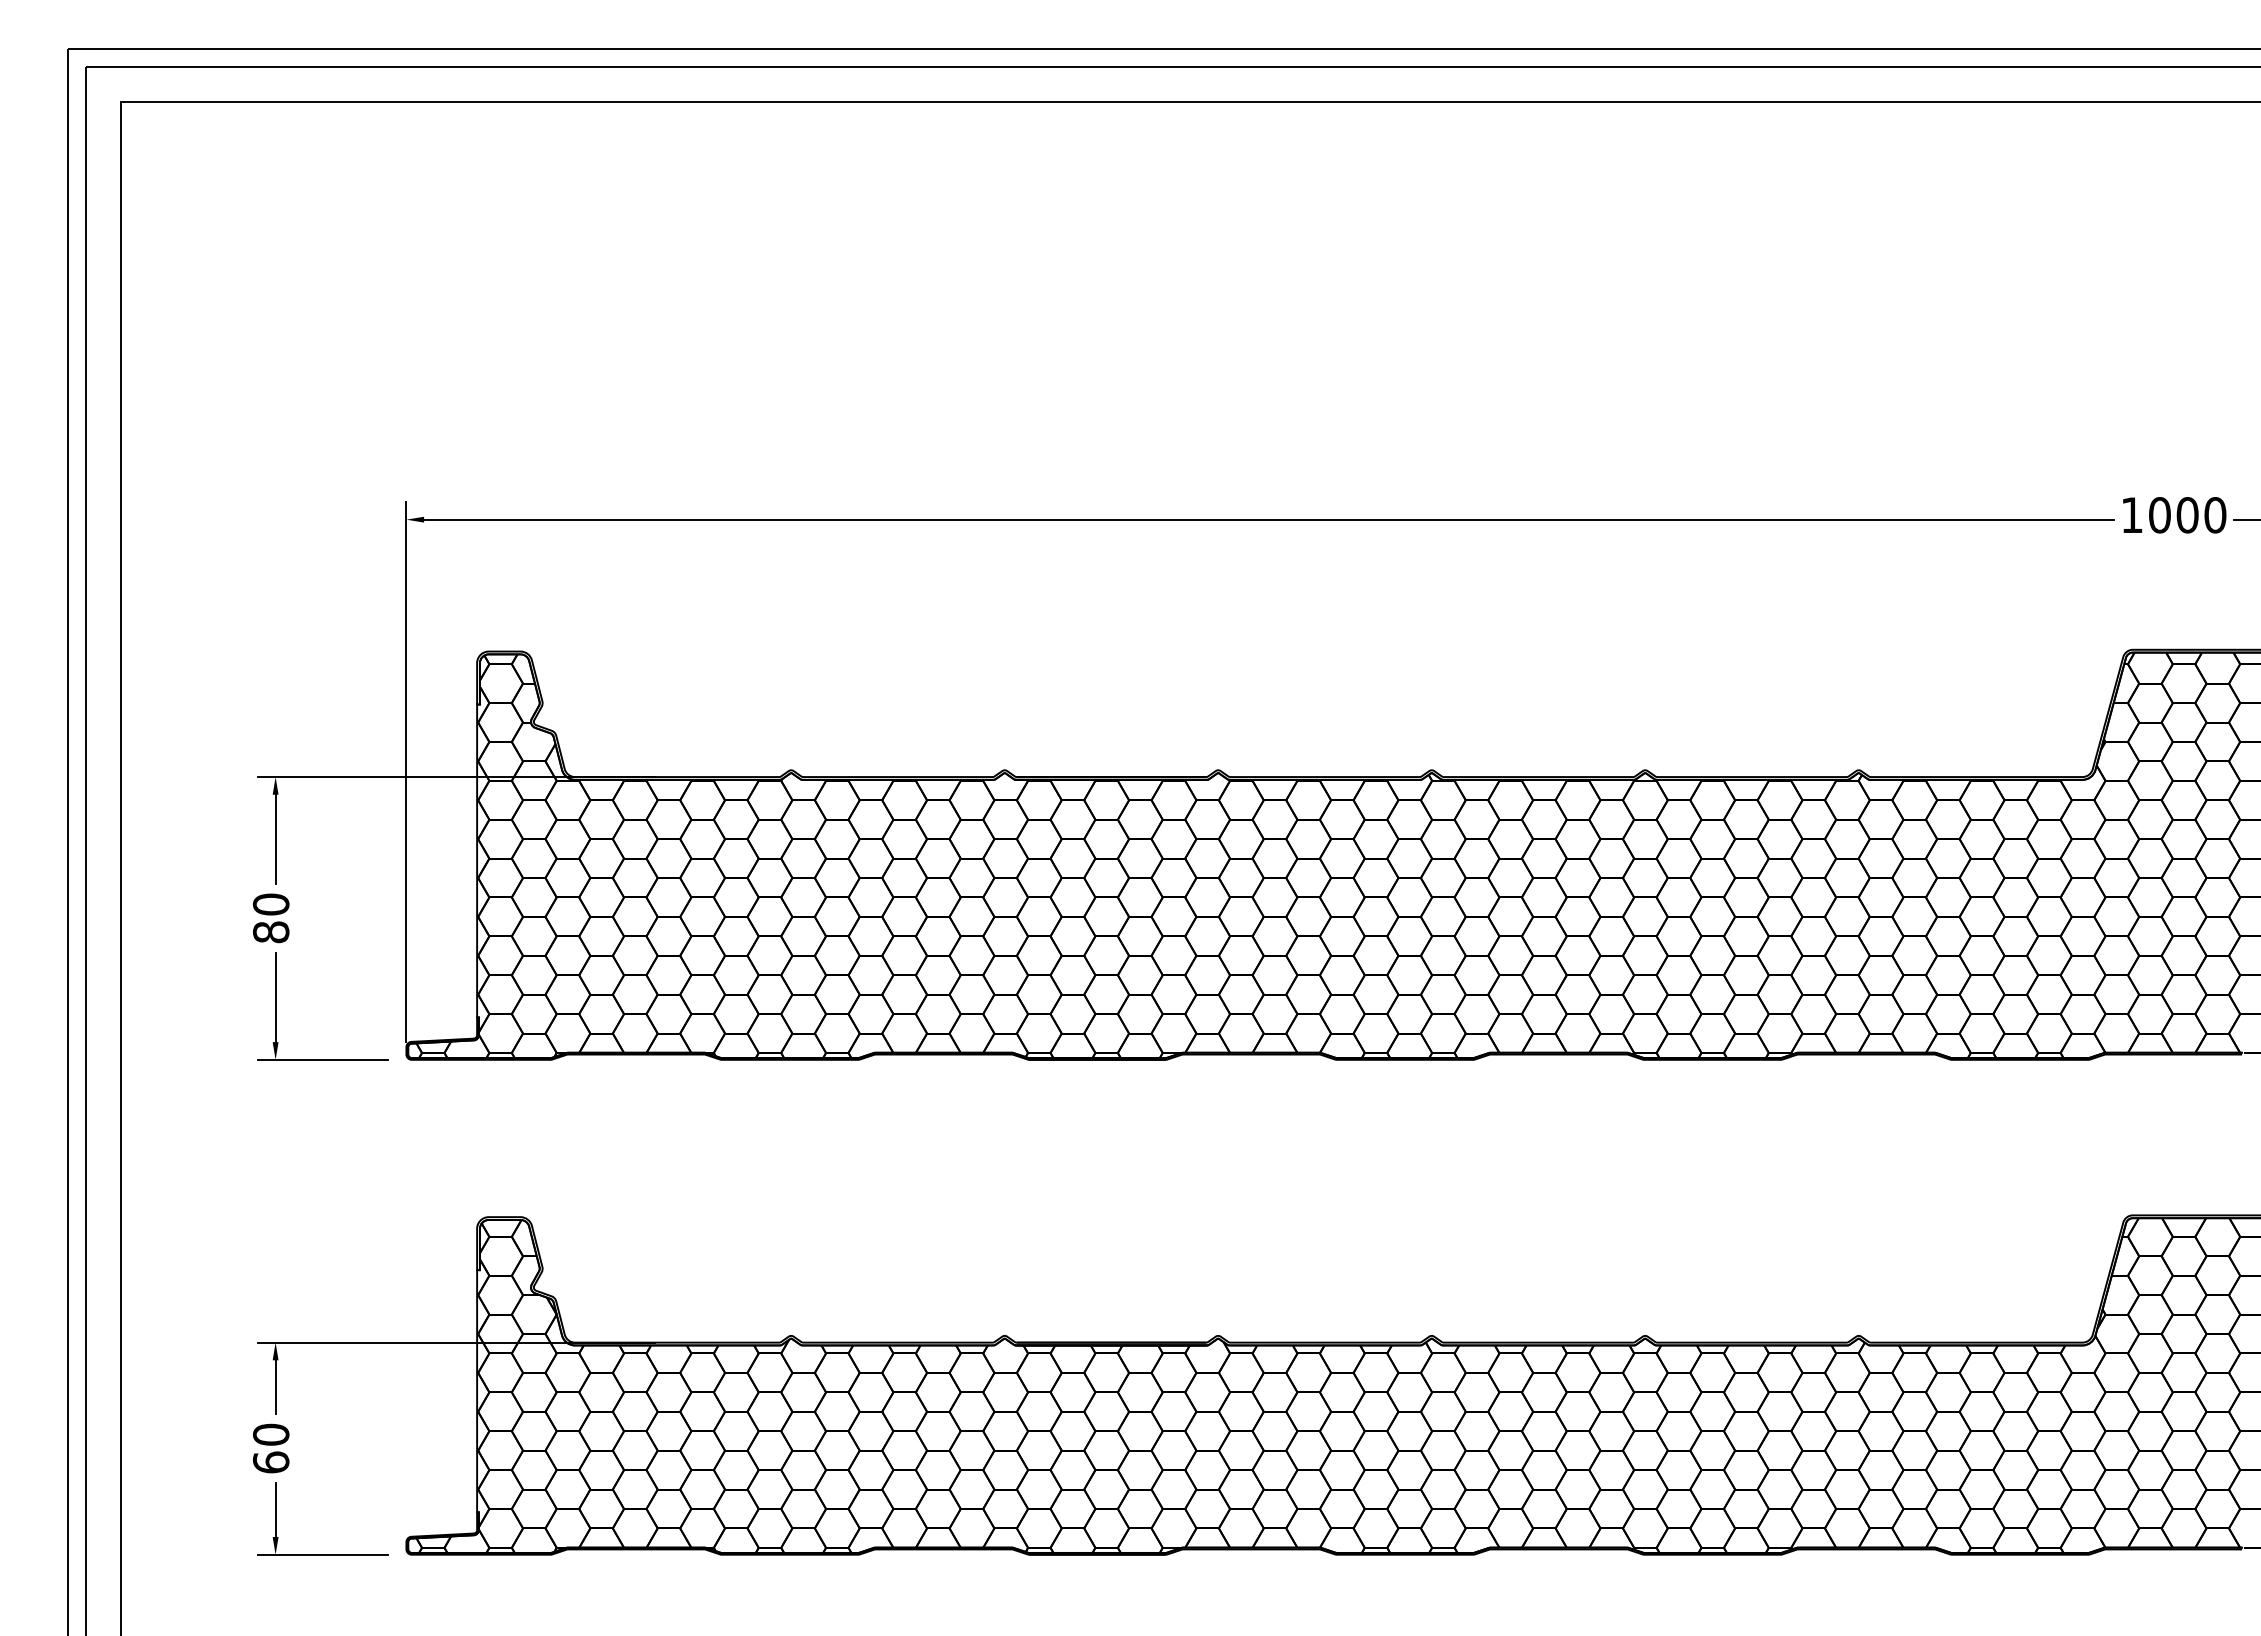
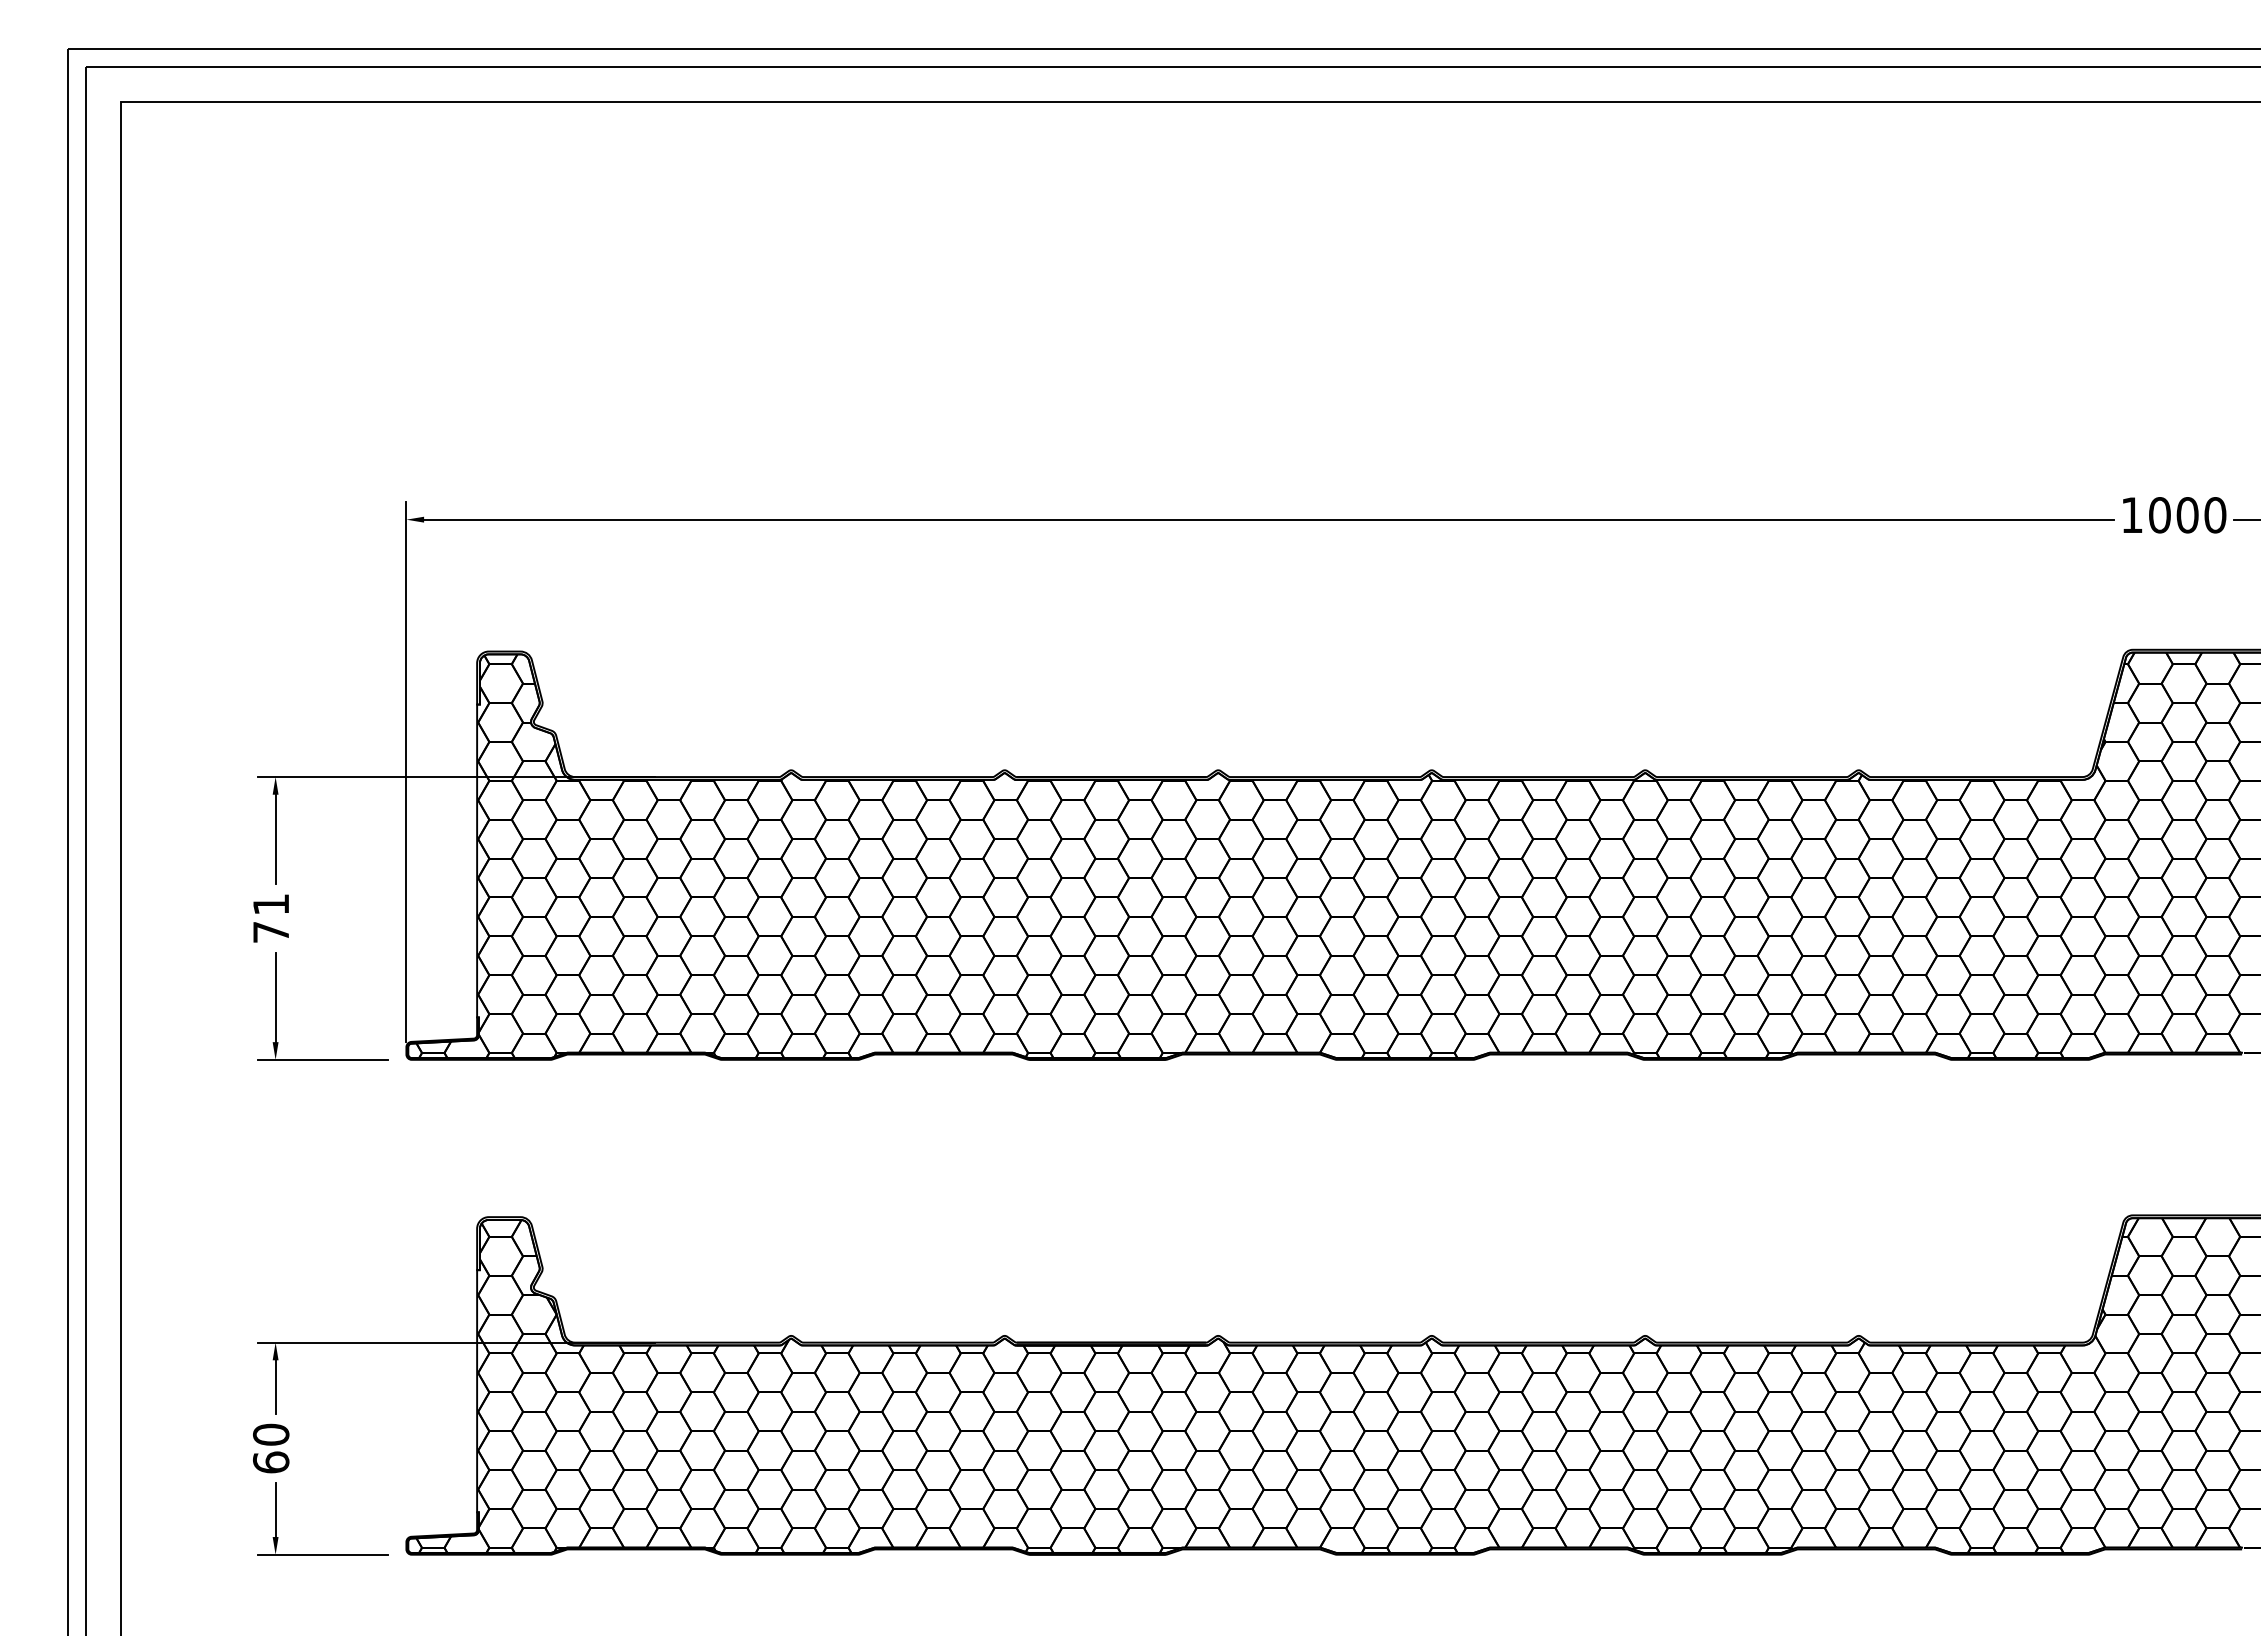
text at (271, 918): 80 -> 71
